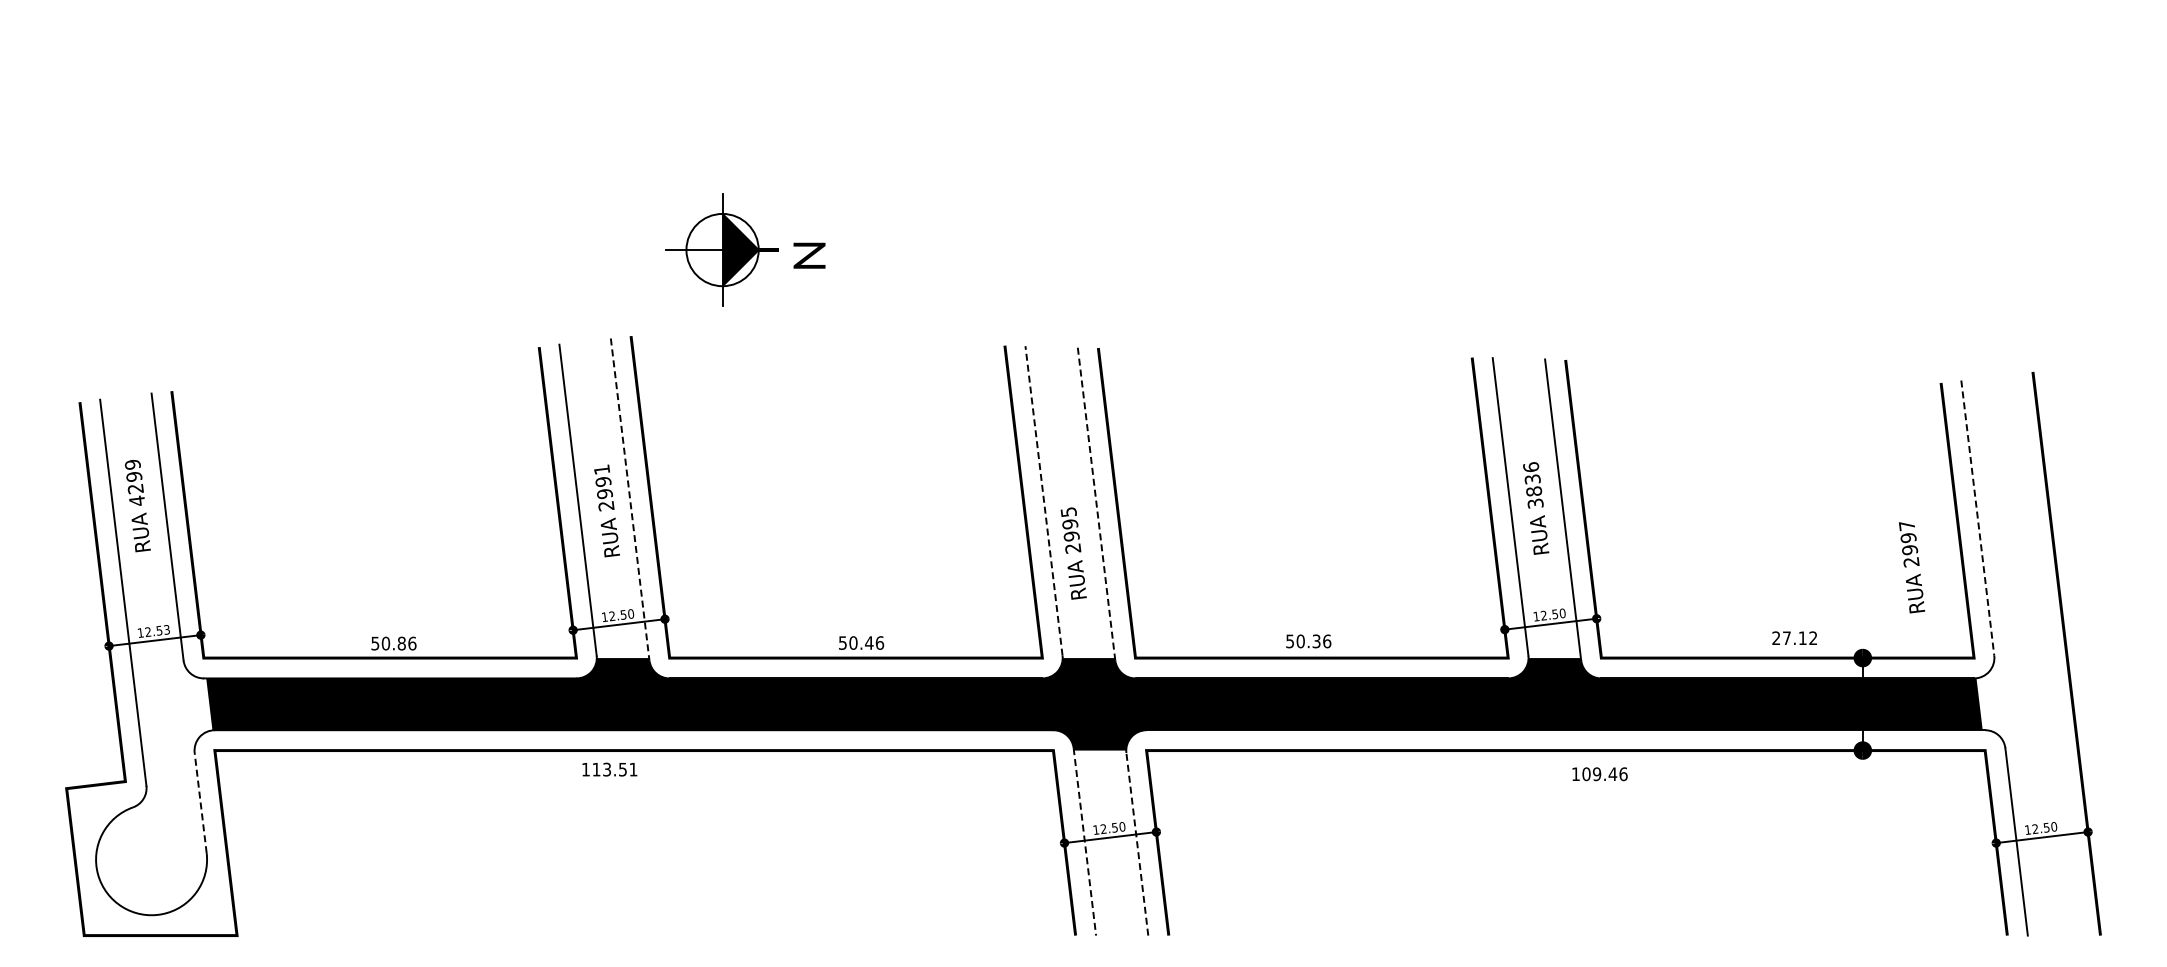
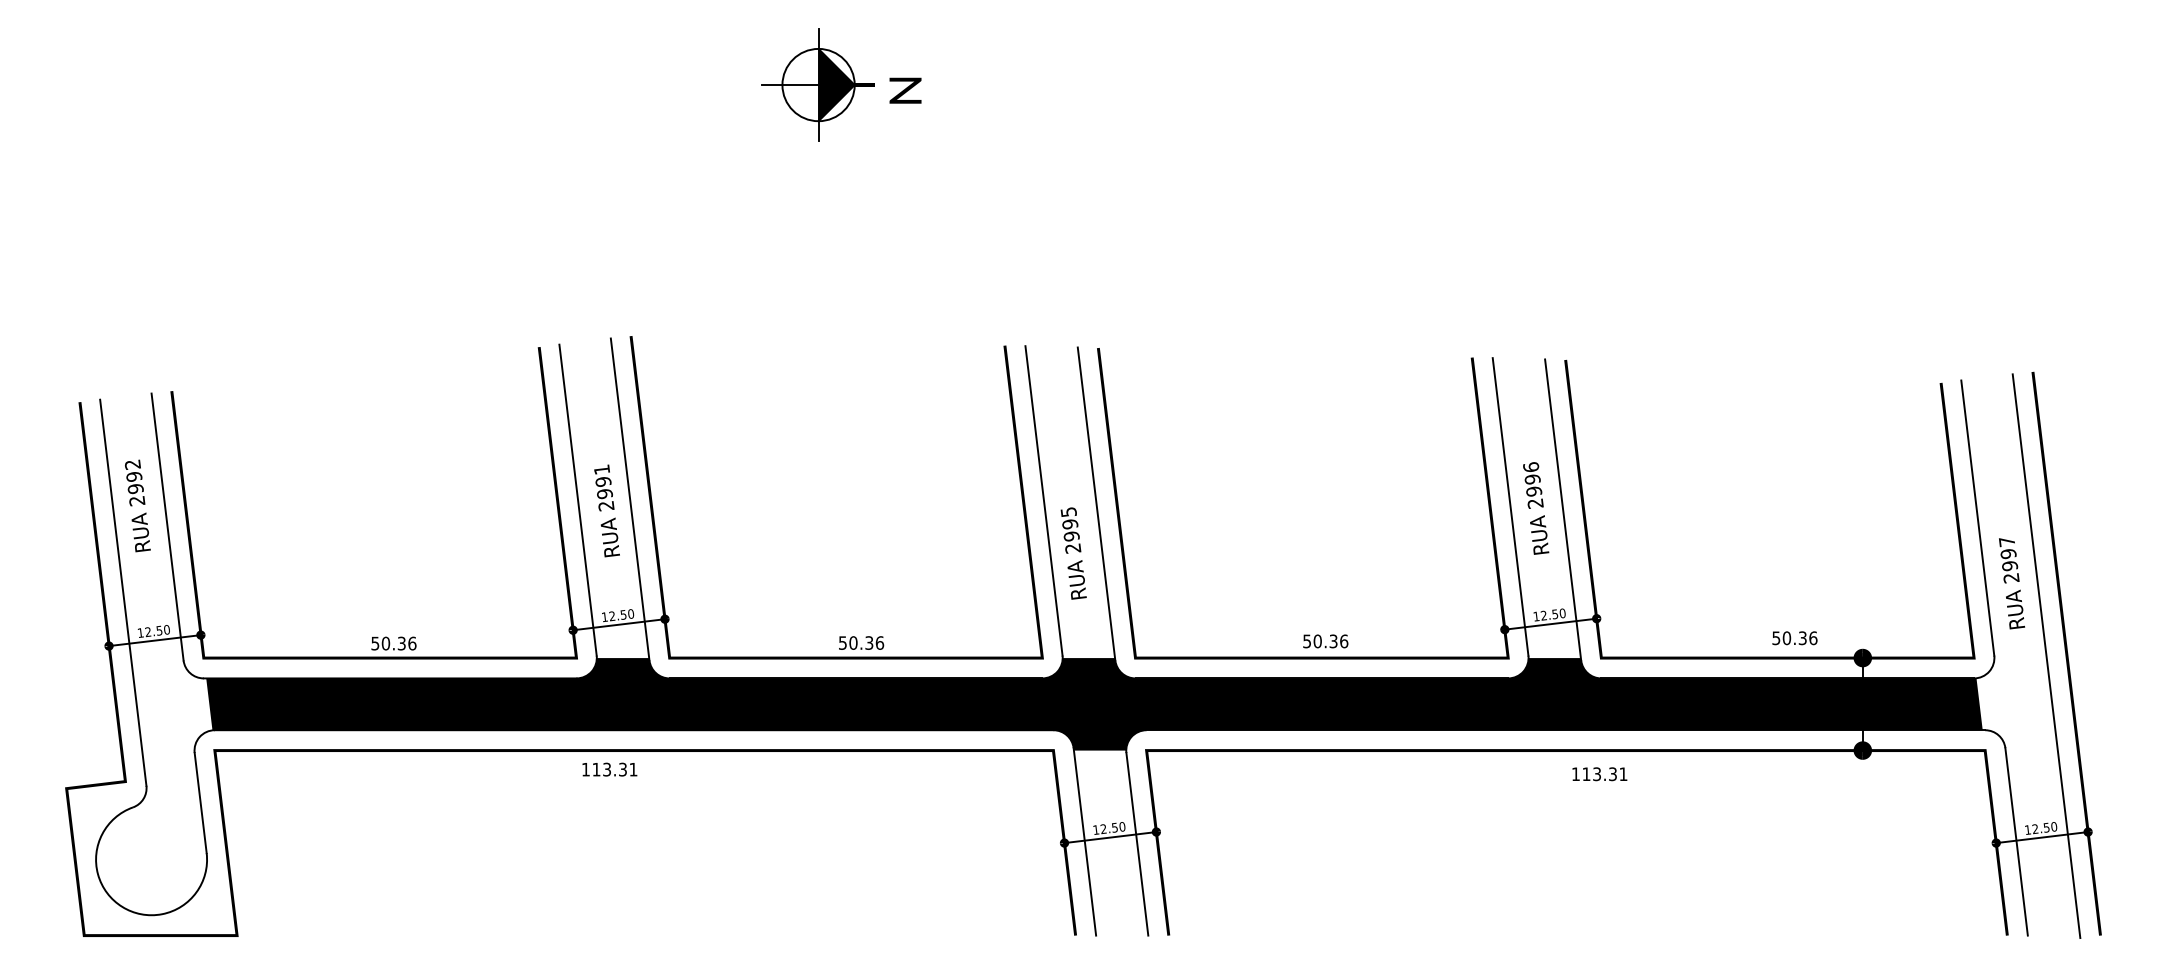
part at (745, 249) position: (745, 249) -> (841, 84)
text at (135, 482): 4299 -> 2992
text at (1534, 491): 3836 -> 2996
line at (630, 499): dashed -> solid
line at (1044, 500): dashed -> solid
line at (1096, 504): dashed -> solid
line at (1977, 518): dashed -> solid
text at (1912, 567) position: (1912, 567) -> (2012, 583)
text at (166, 629): 12.53 -> 12.50
text at (1794, 638): 27.12 -> 50.36
text at (1308, 641) position: (1308, 641) -> (1325, 641)
text at (868, 642): 50.46 -> 50.36
text at (401, 643): 50.86 -> 50.36
line at (2046, 656): none -> present
text at (622, 768): 113.51 -> 113.31
text at (1604, 774): 109.46 -> 113.31
line at (200, 802): dashed -> solid
line at (1084, 842): dashed -> solid
line at (1137, 844): dashed -> solid
